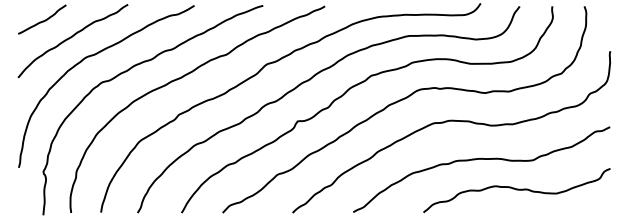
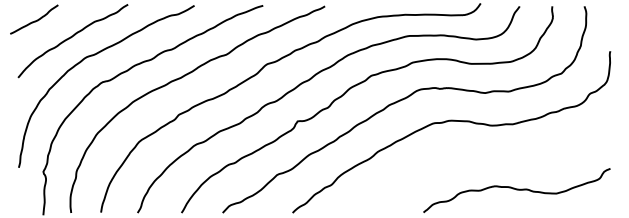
curve at (42, 20) position: (42, 20) -> (34, 20)
curve at (481, 159): present -> none
